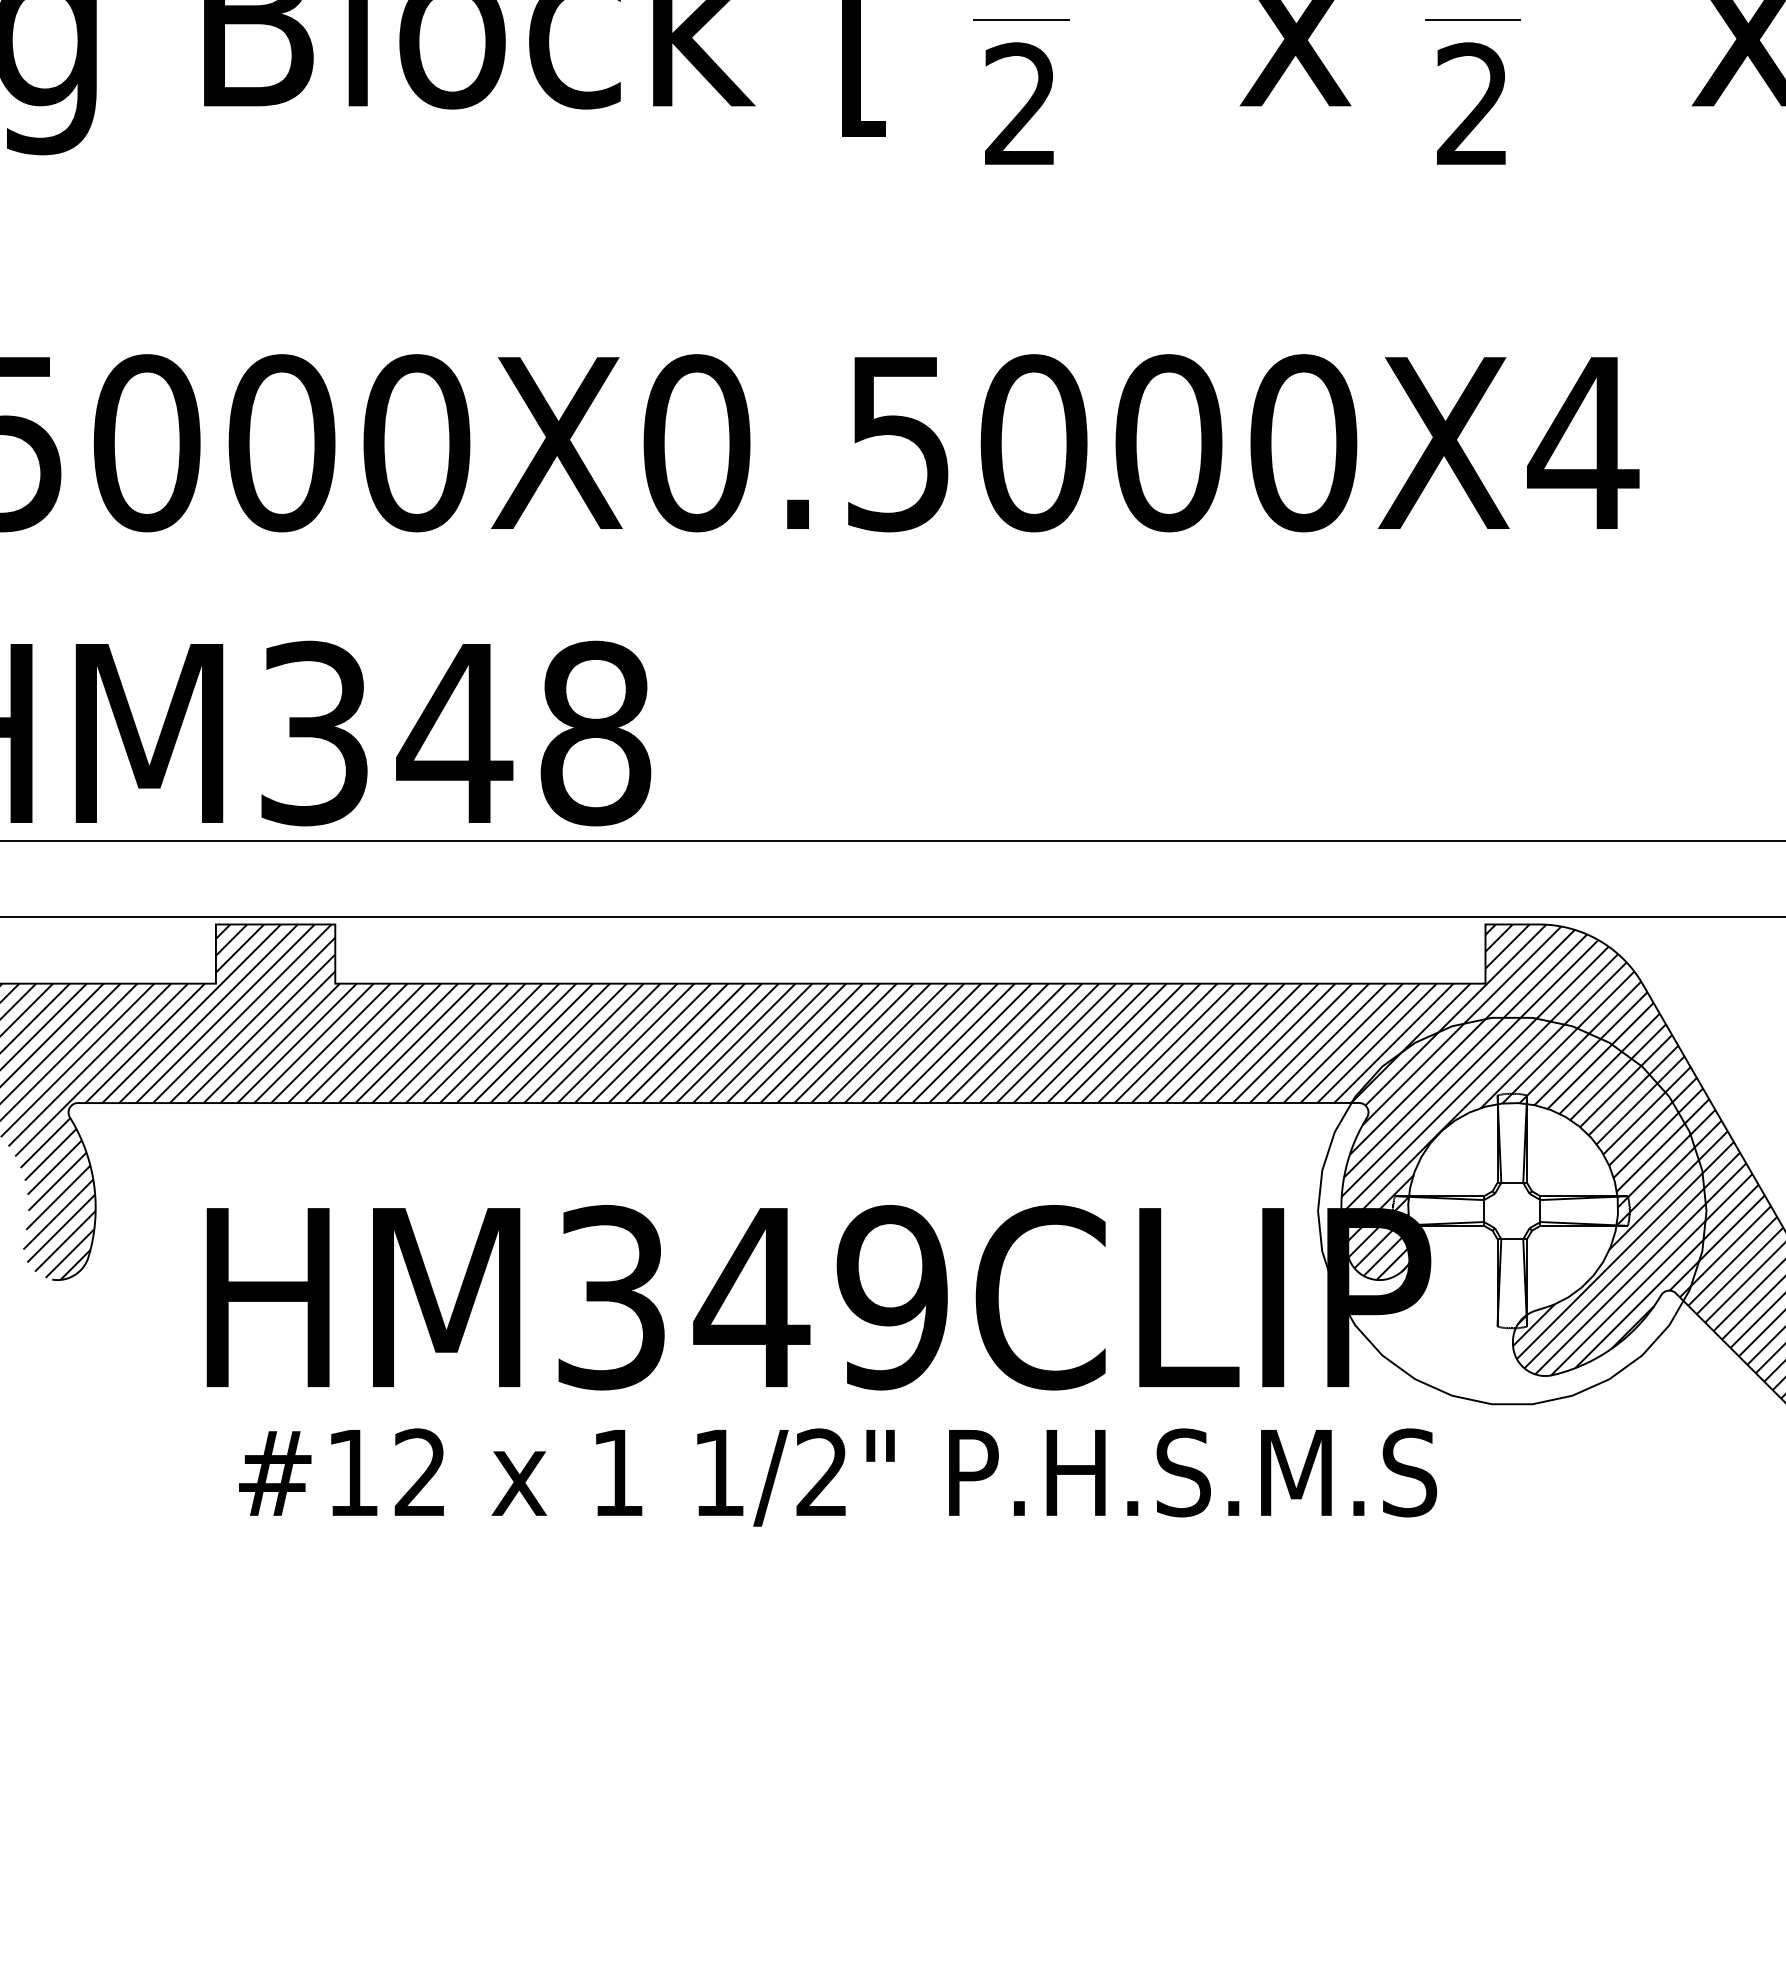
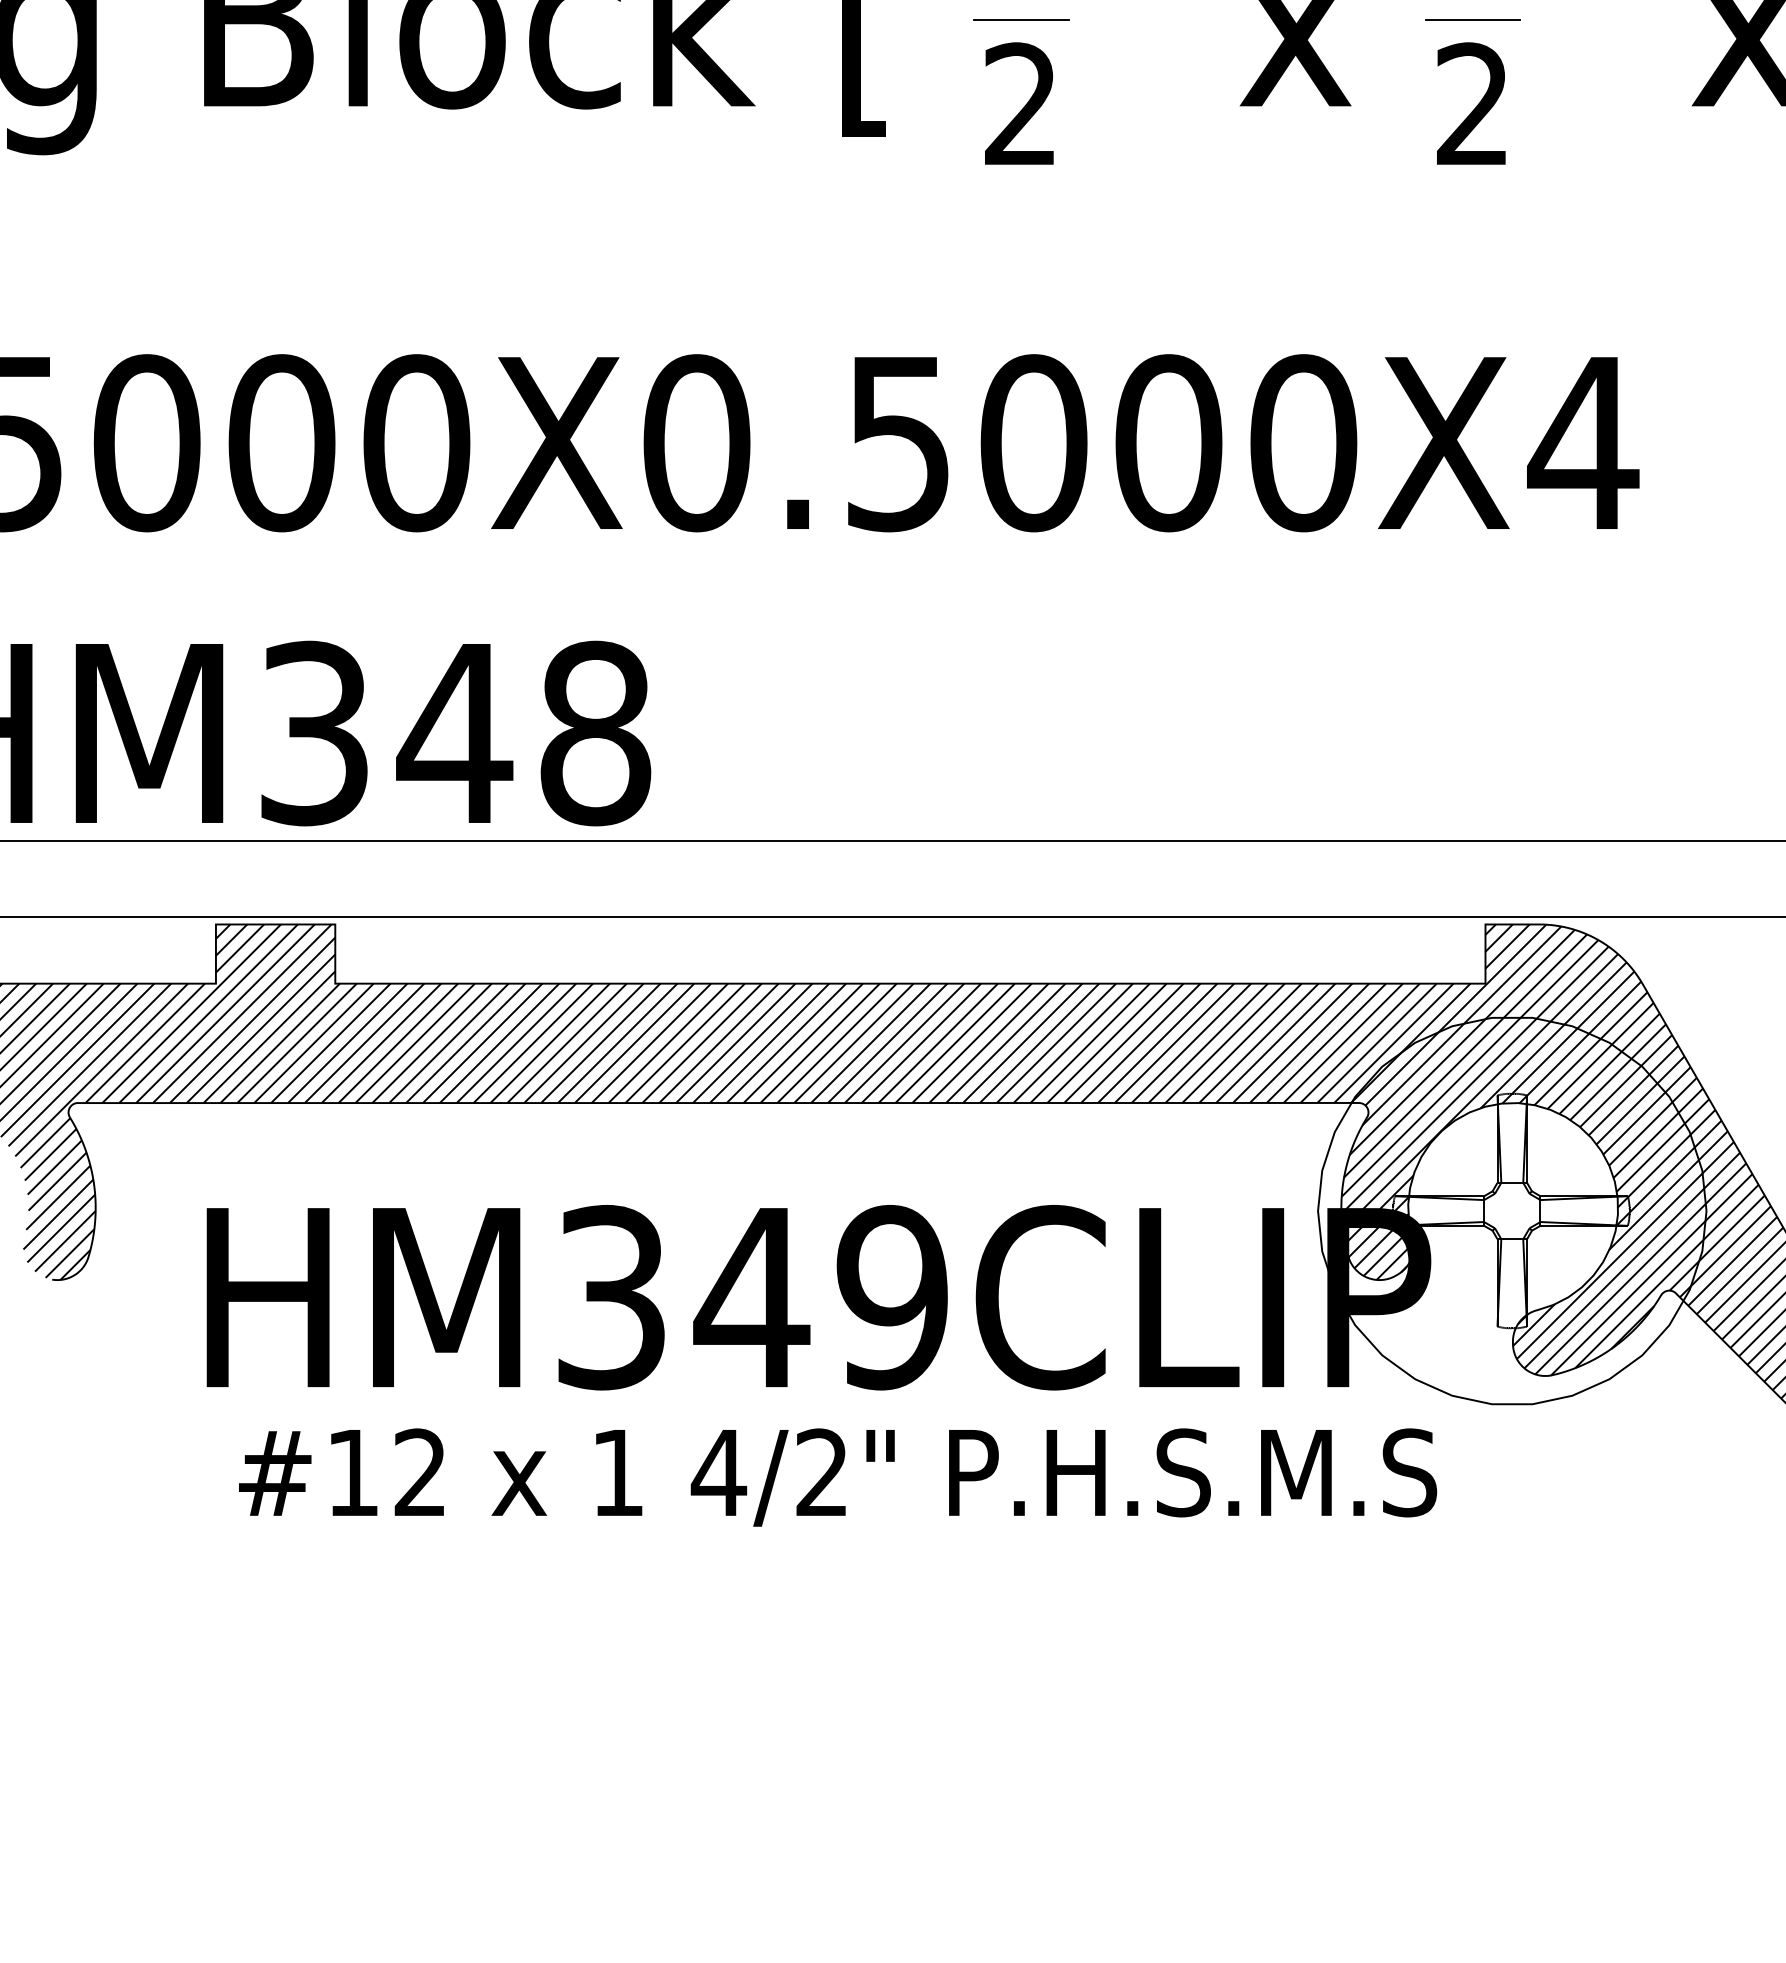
text at (718, 1472): 1/2" -> 4/2"
